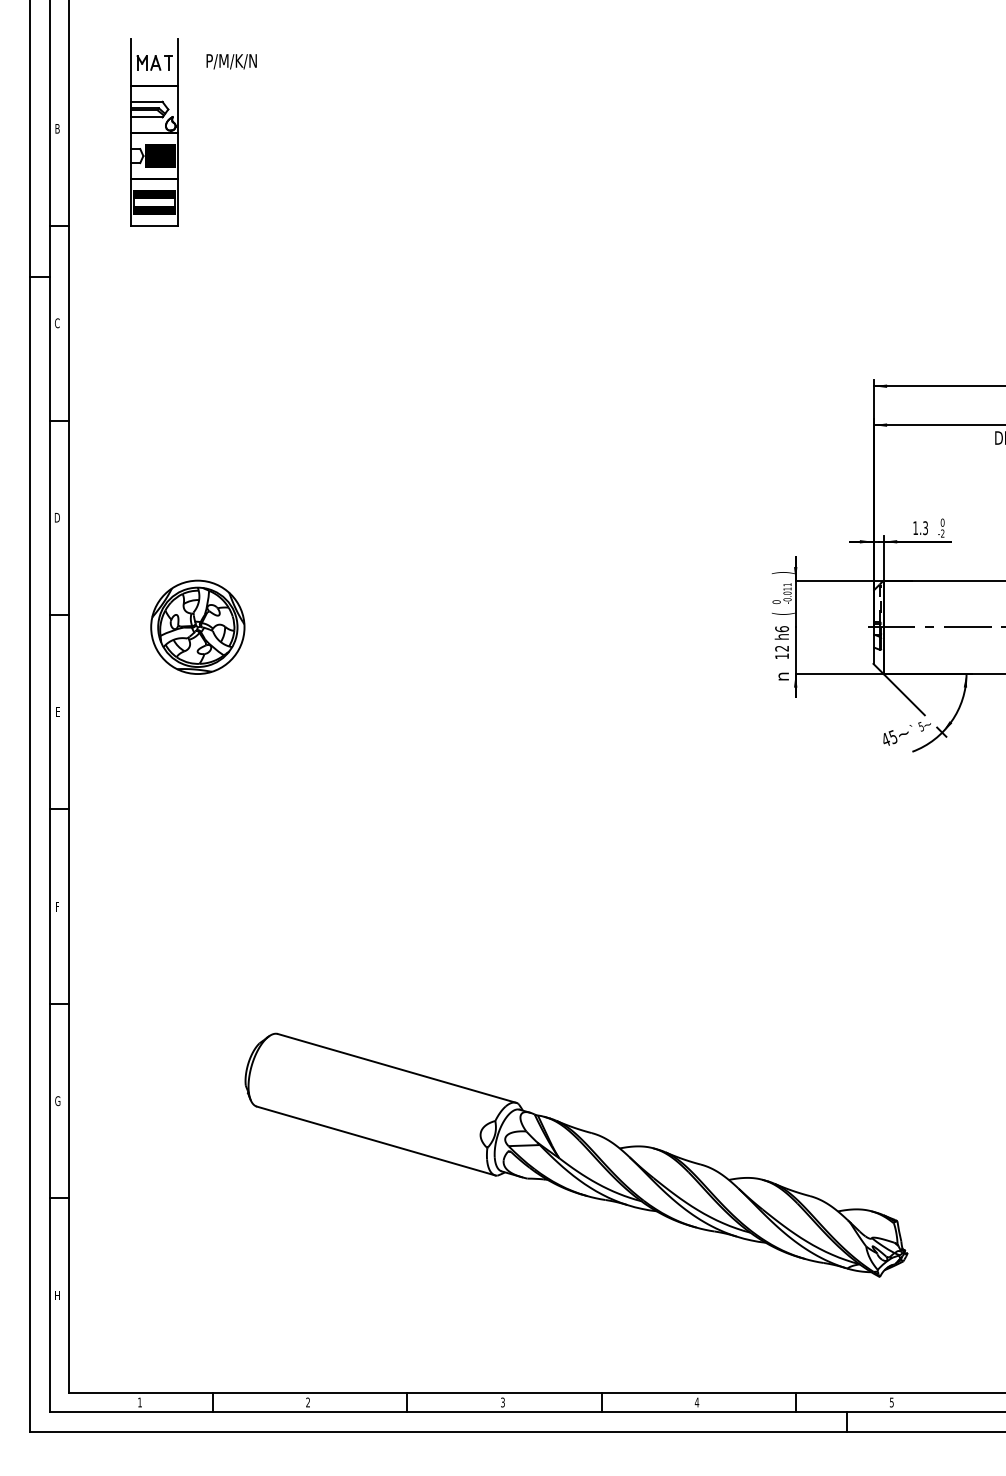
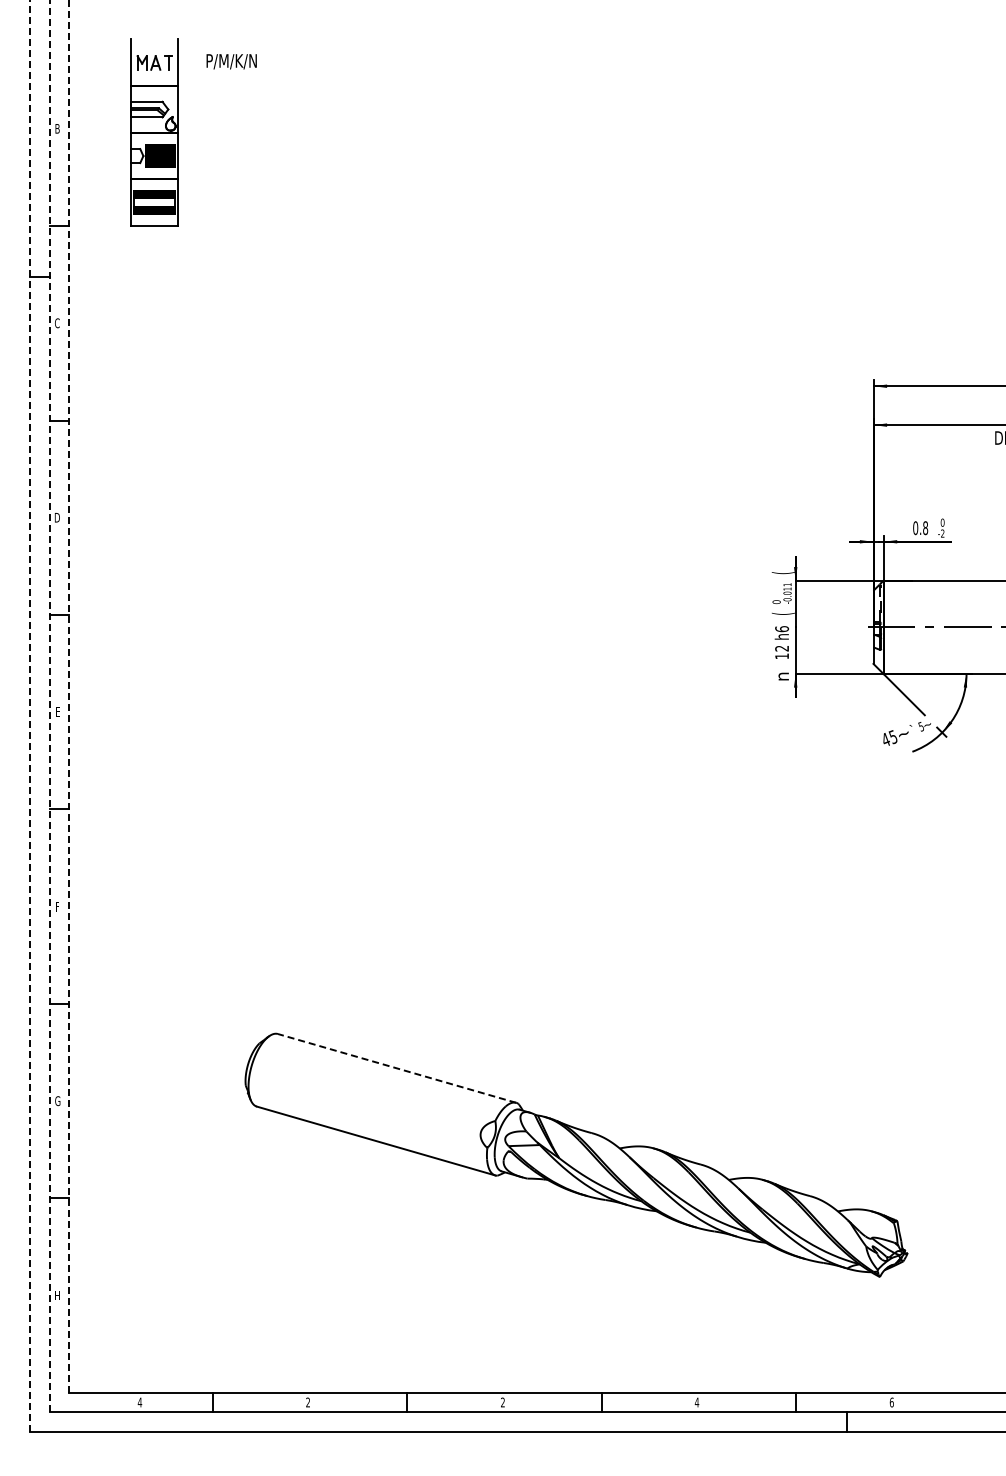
text at (920, 528): 1.3 -> 0.8
text at (782, 573): ) -> (
part at (197, 626): present -> none
line at (69, 695): solid -> dashed
line at (49, 706): solid -> dashed
line at (30, 715): solid -> dashed
line at (396, 1068): solid -> dashed
text at (139, 1402): 1 -> 4
text at (502, 1402): 3 -> 2
text at (891, 1402): 5 -> 6
